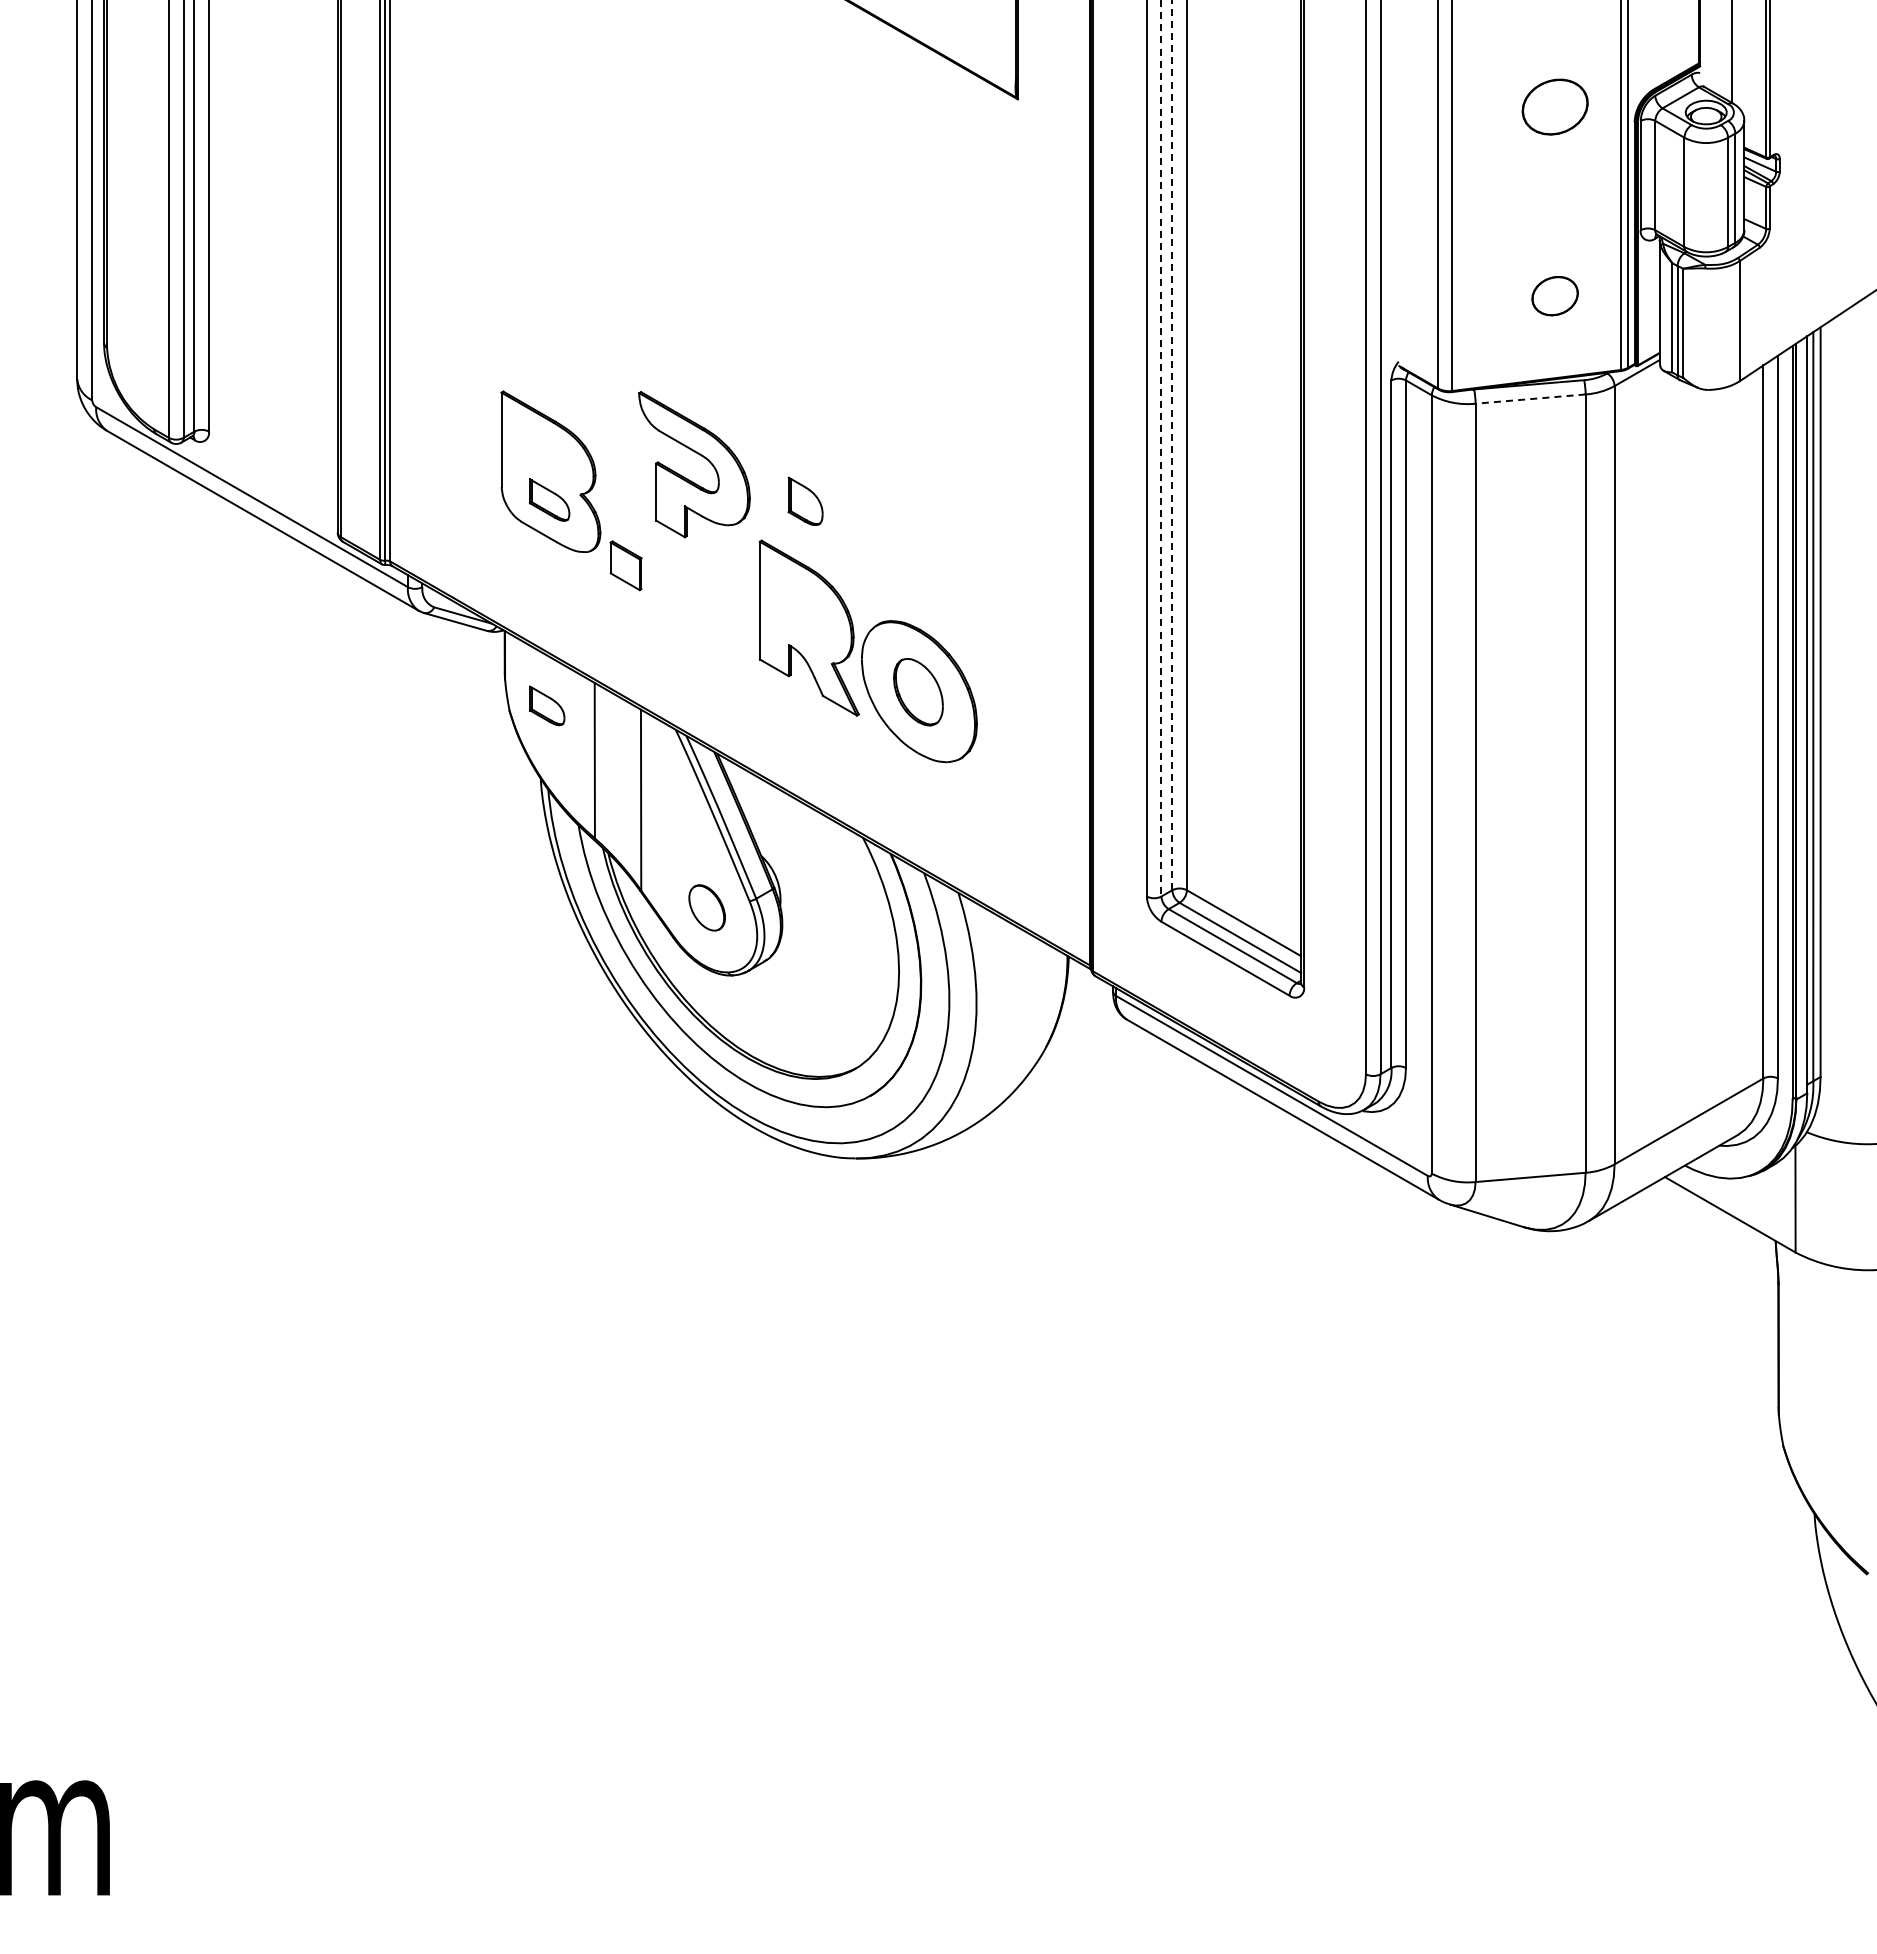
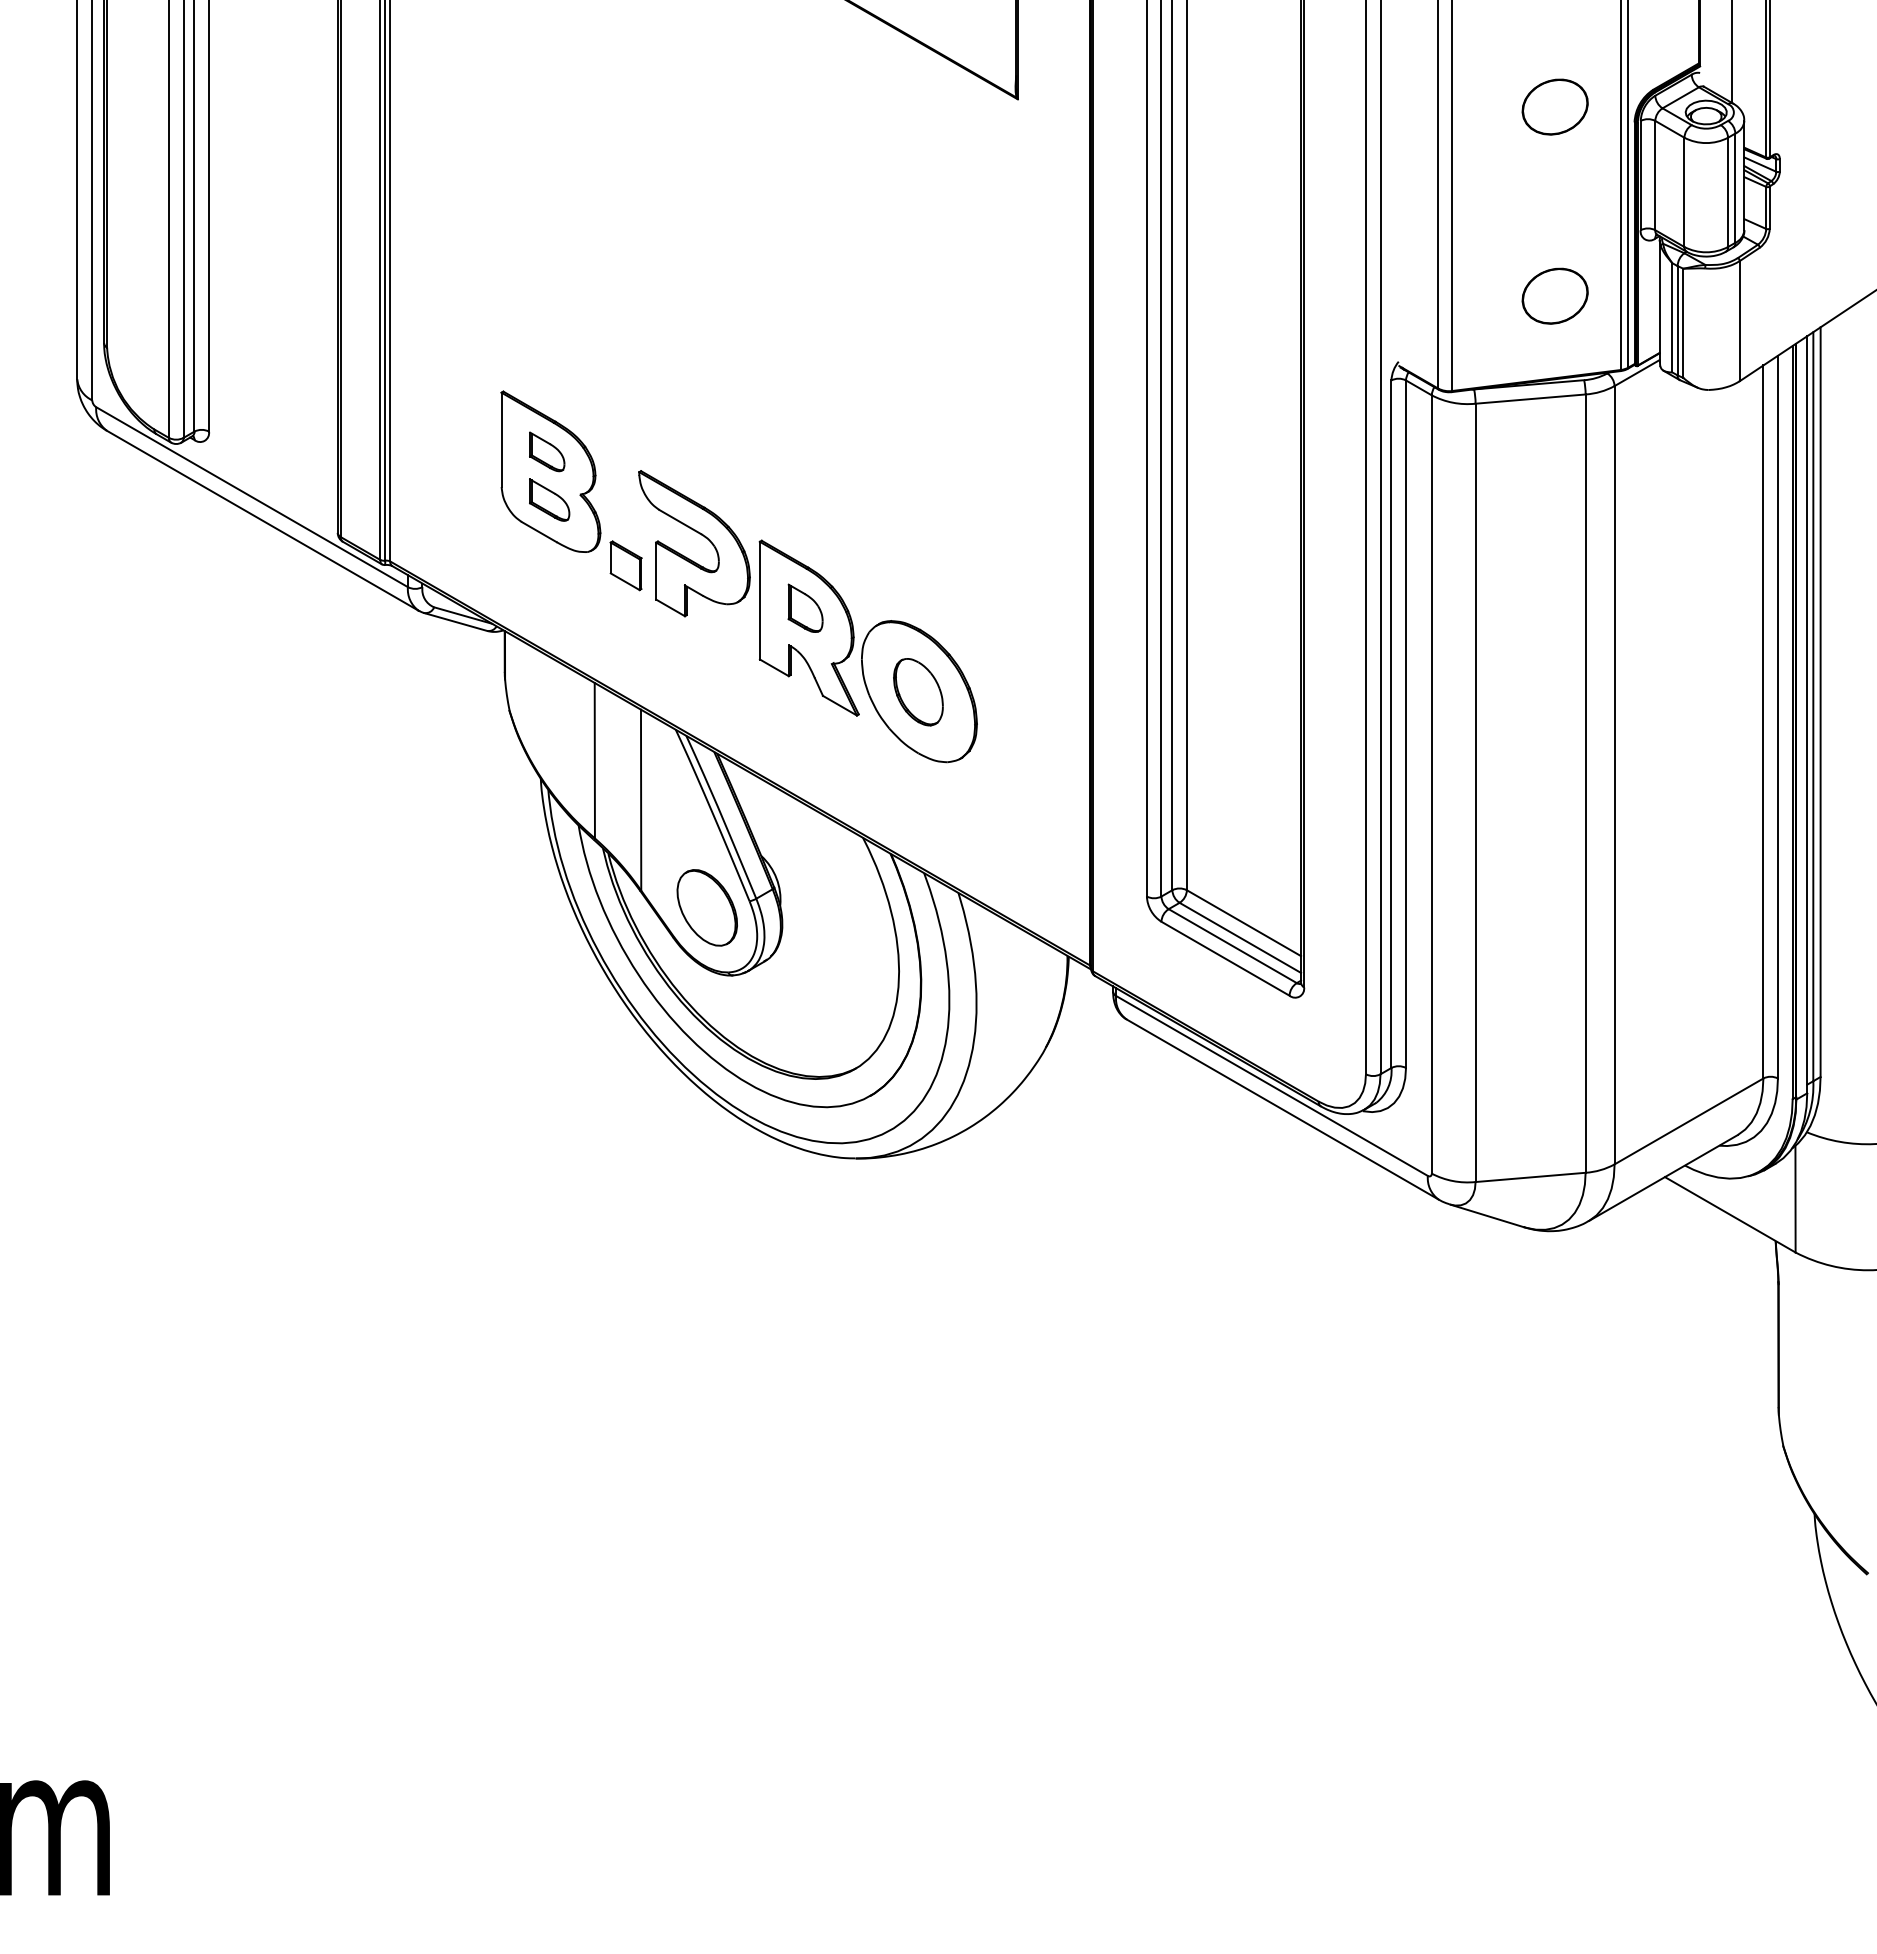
part at (1554, 296) size: 48x41 px -> 68x58 px
line at (1530, 399): dashed -> solid
line at (1172, 445): dashed -> solid
line at (1161, 448): dashed -> solid
part at (699, 455) position: (699, 455) -> (699, 534)
part at (805, 500) position: (805, 500) -> (805, 607)
part at (547, 705) position: (547, 705) -> (547, 451)
part at (706, 907) size: 38x48 px -> 62x78 px
